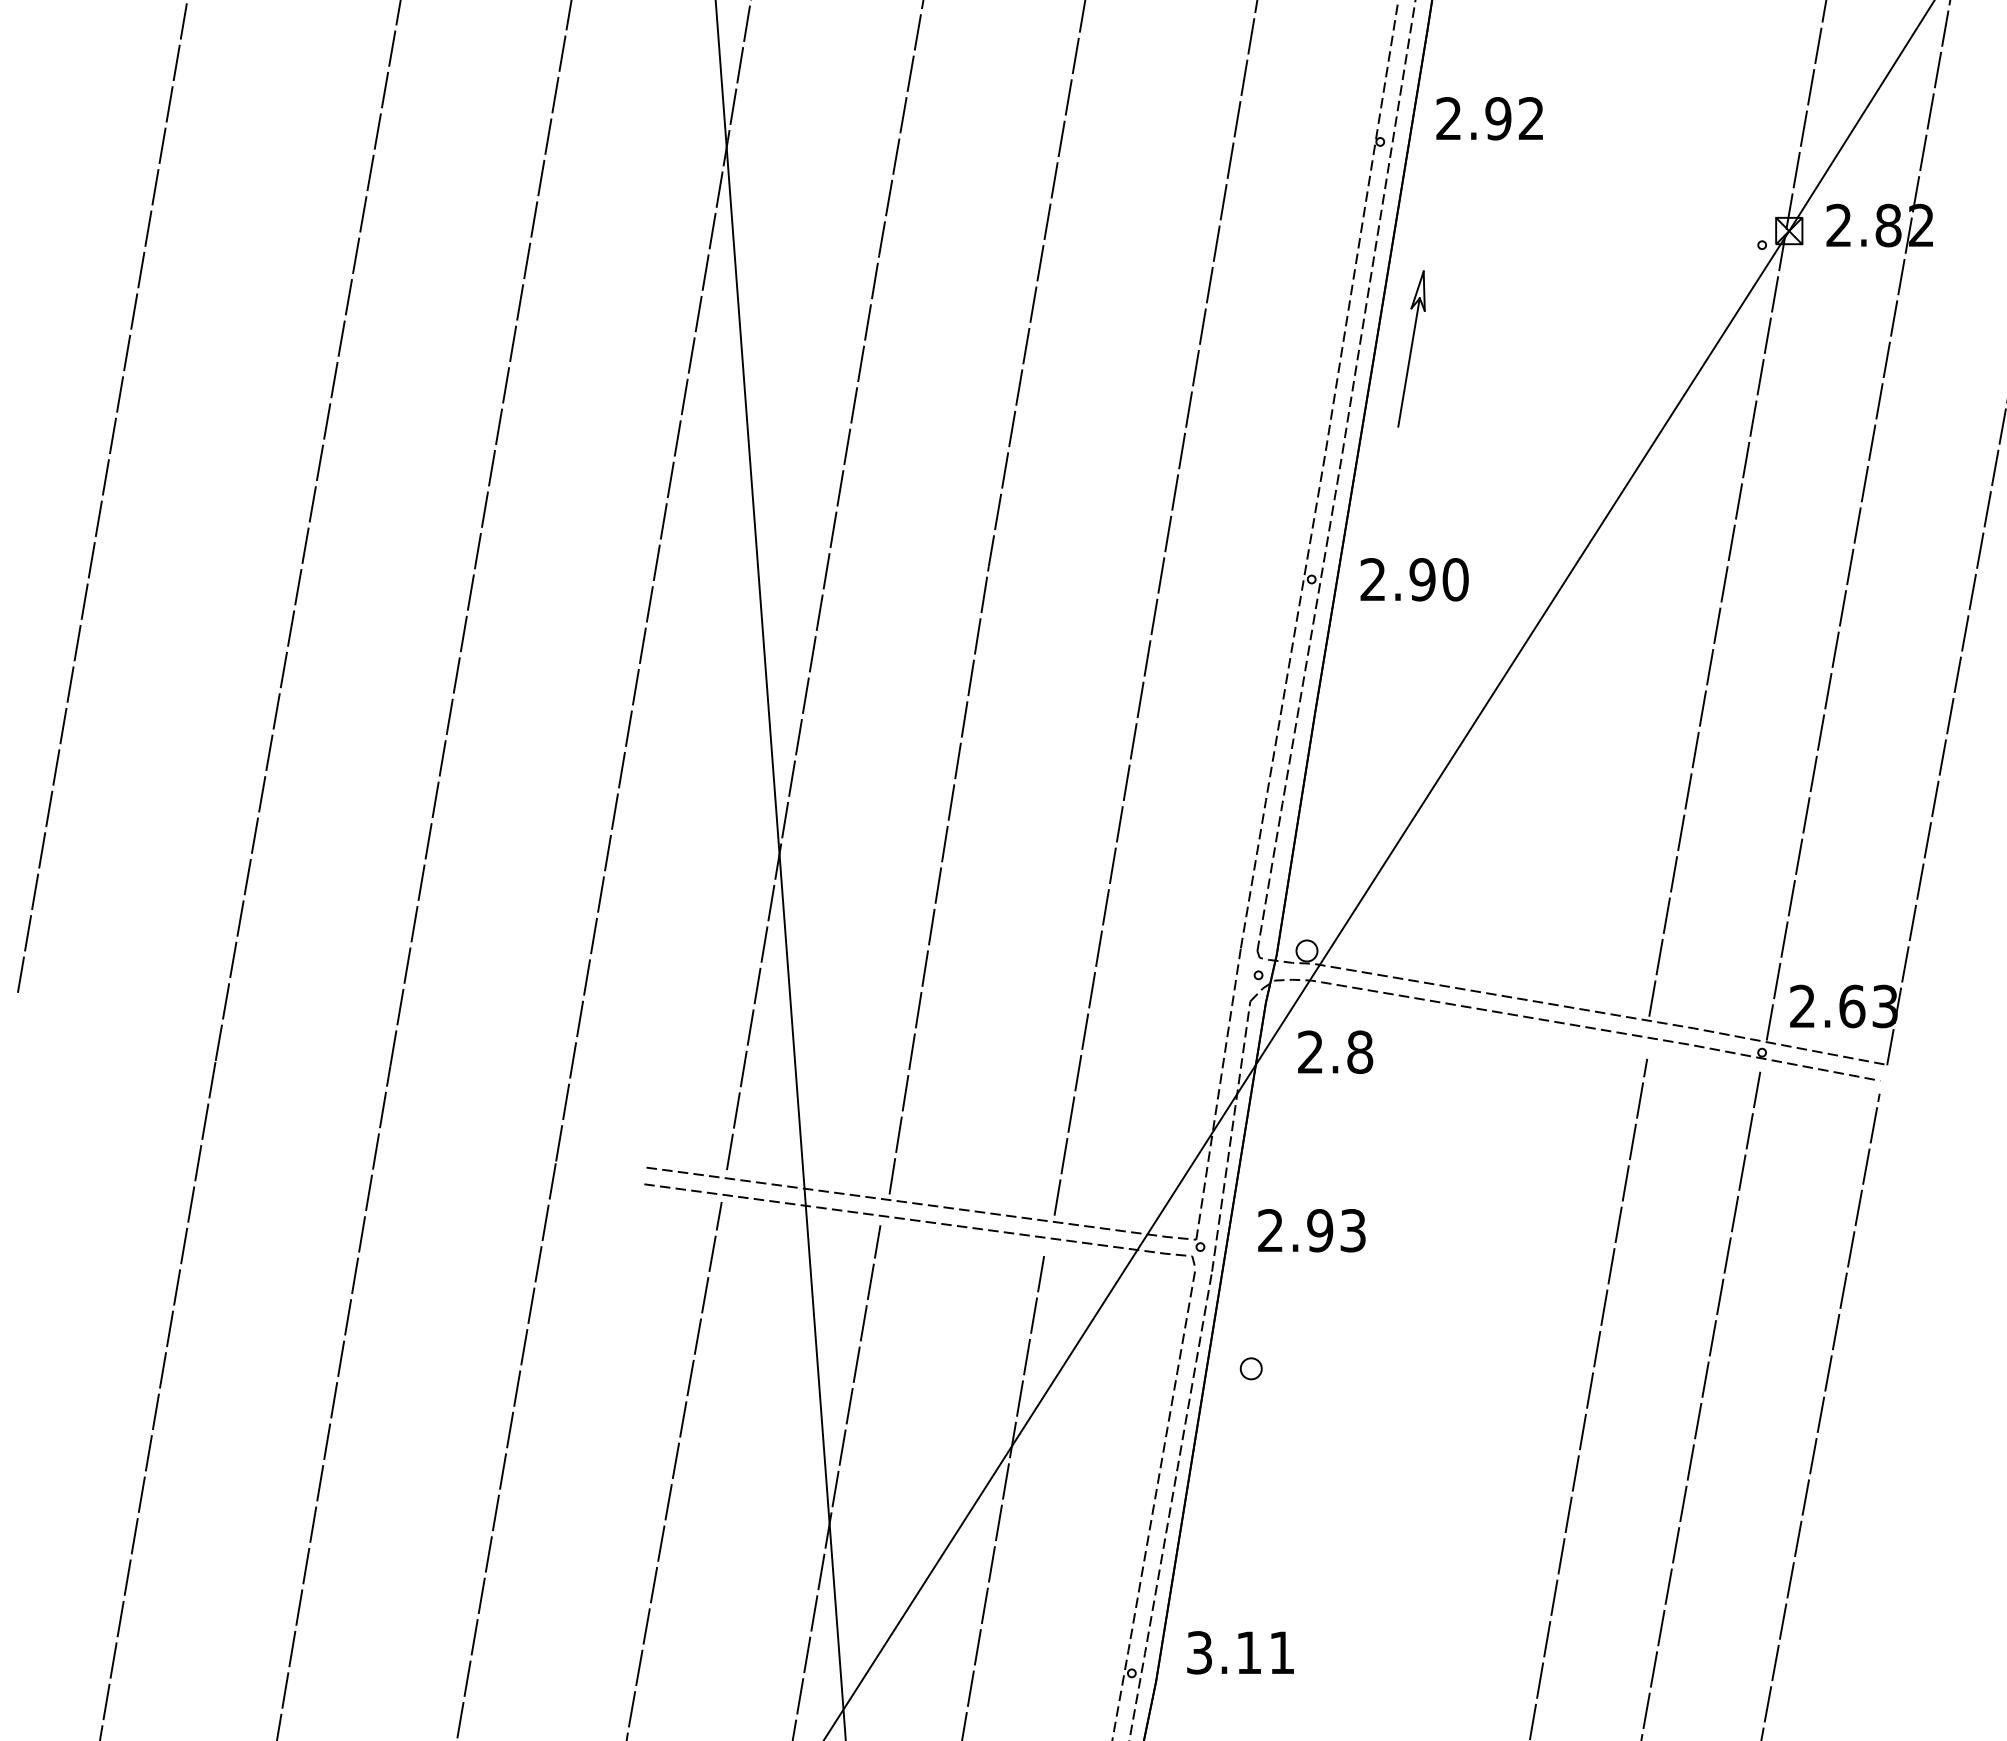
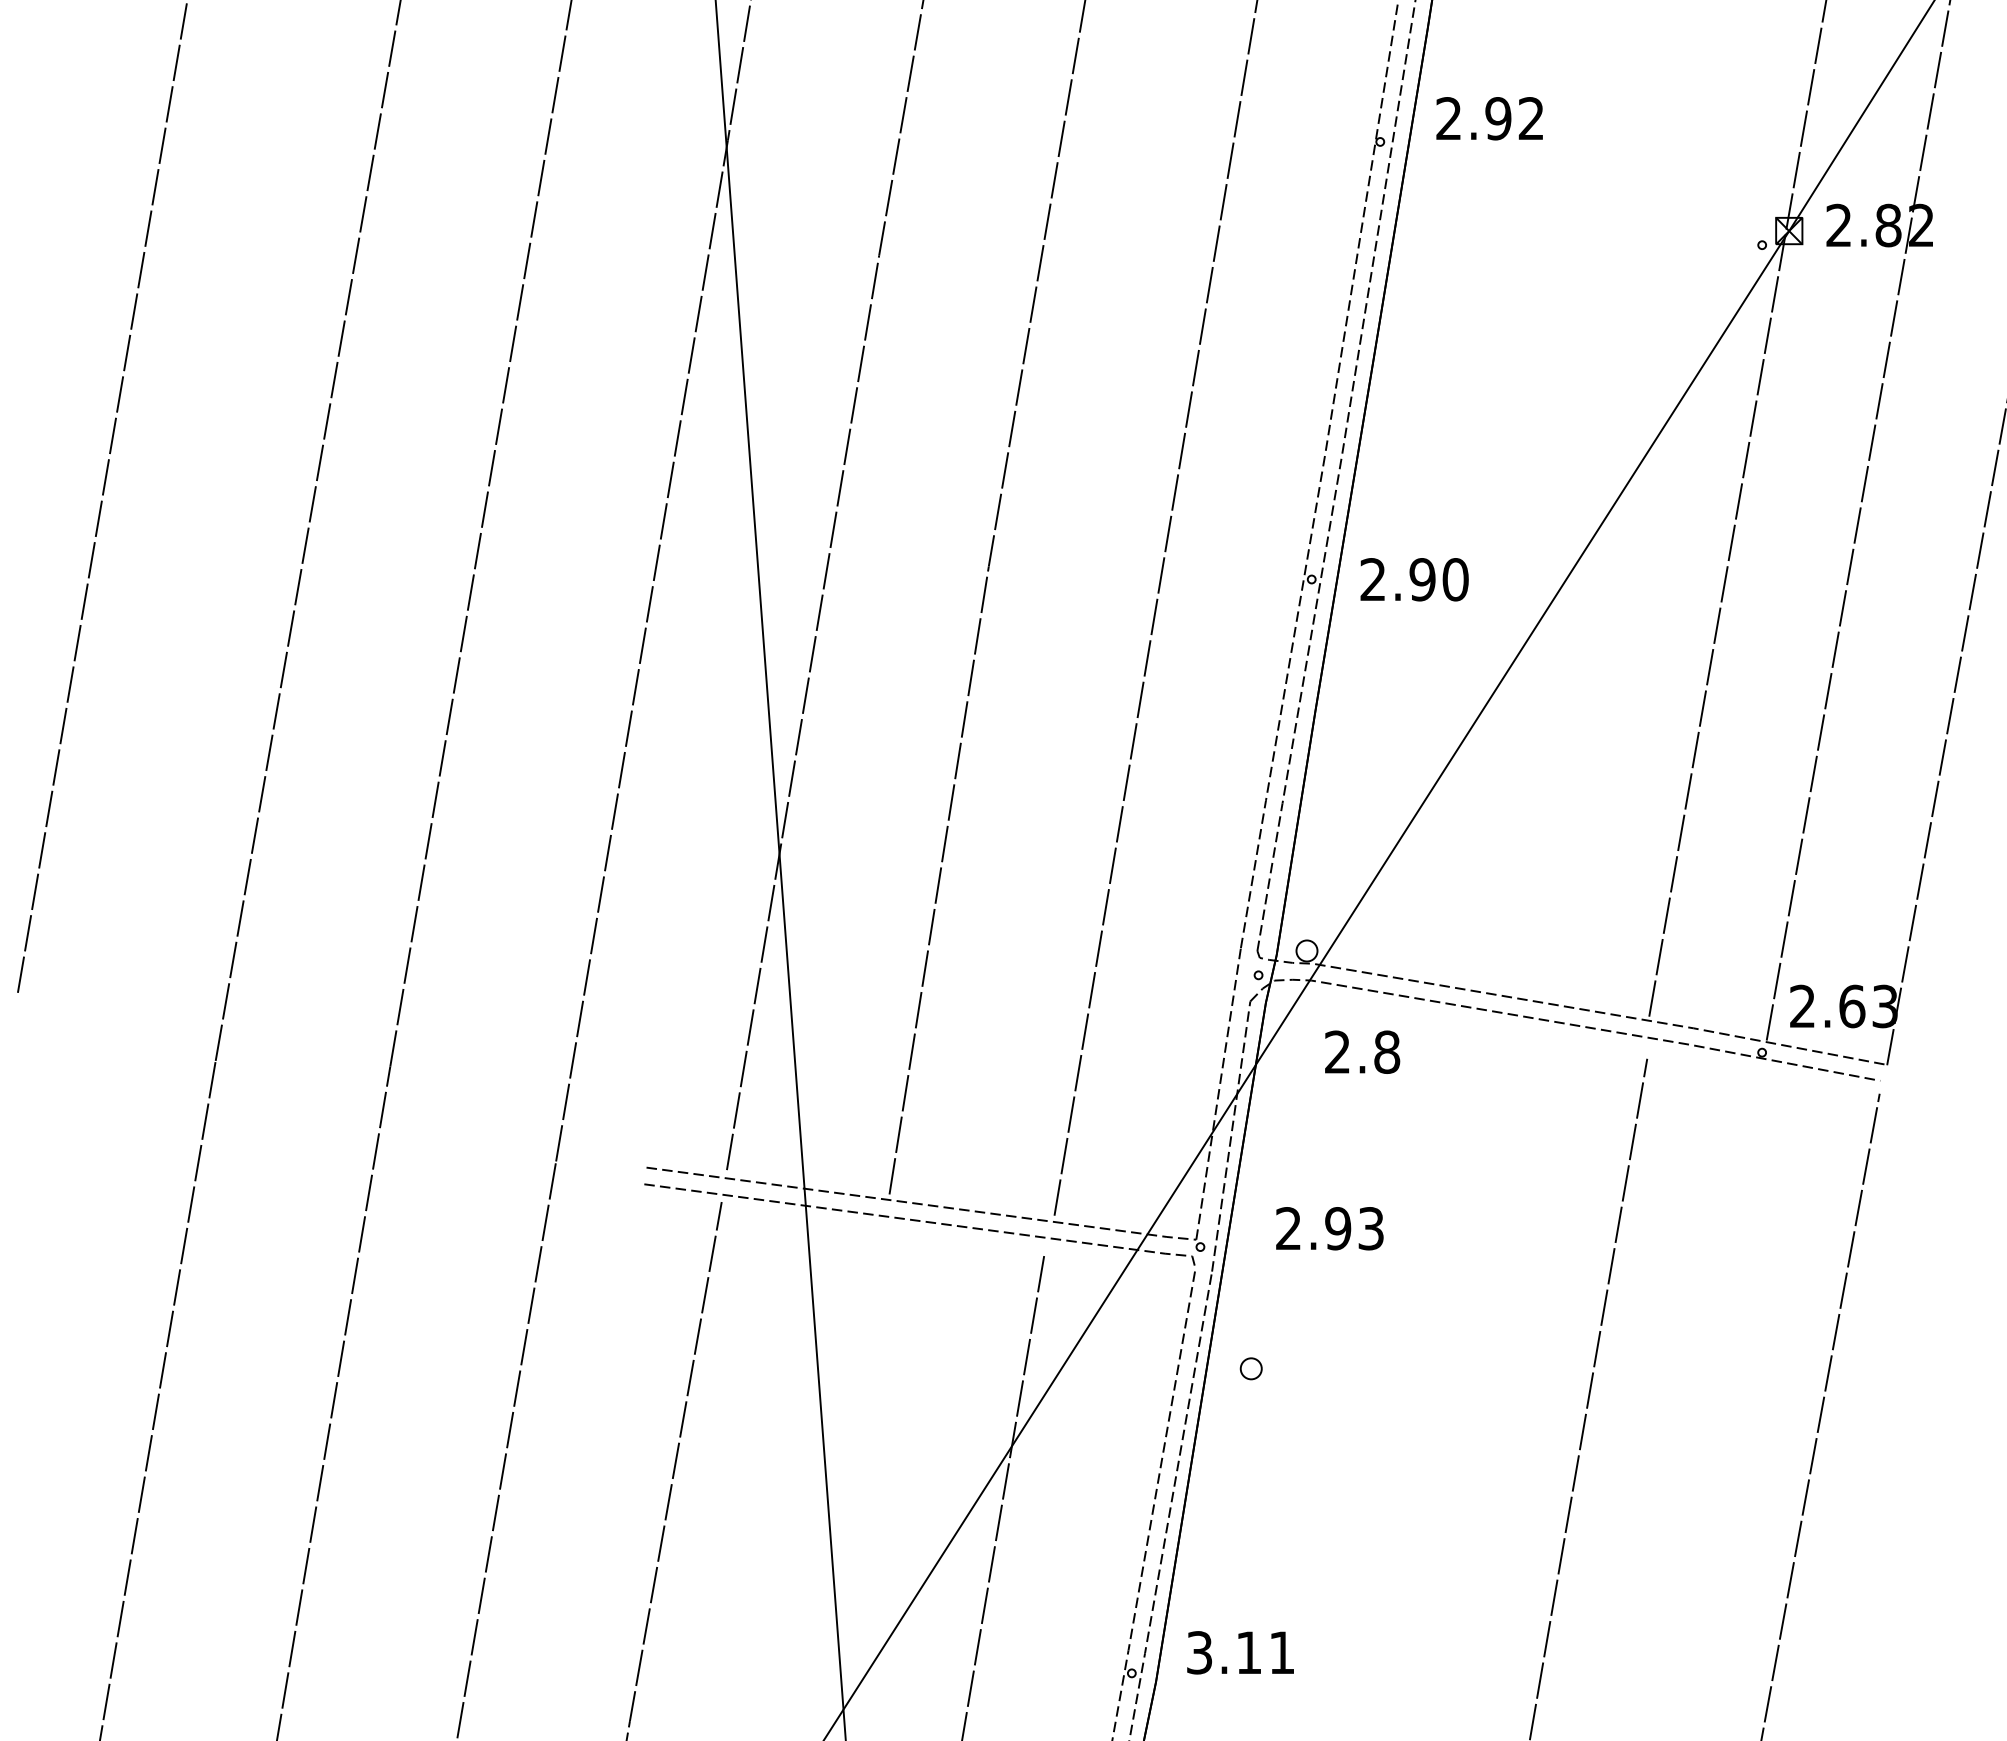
part at (1411, 348): present -> none
text at (1335, 1051) position: (1335, 1051) -> (1362, 1051)
text at (1311, 1230) position: (1311, 1230) -> (1329, 1228)
line at (1700, 1402): present -> none
line at (836, 1481): present -> none
